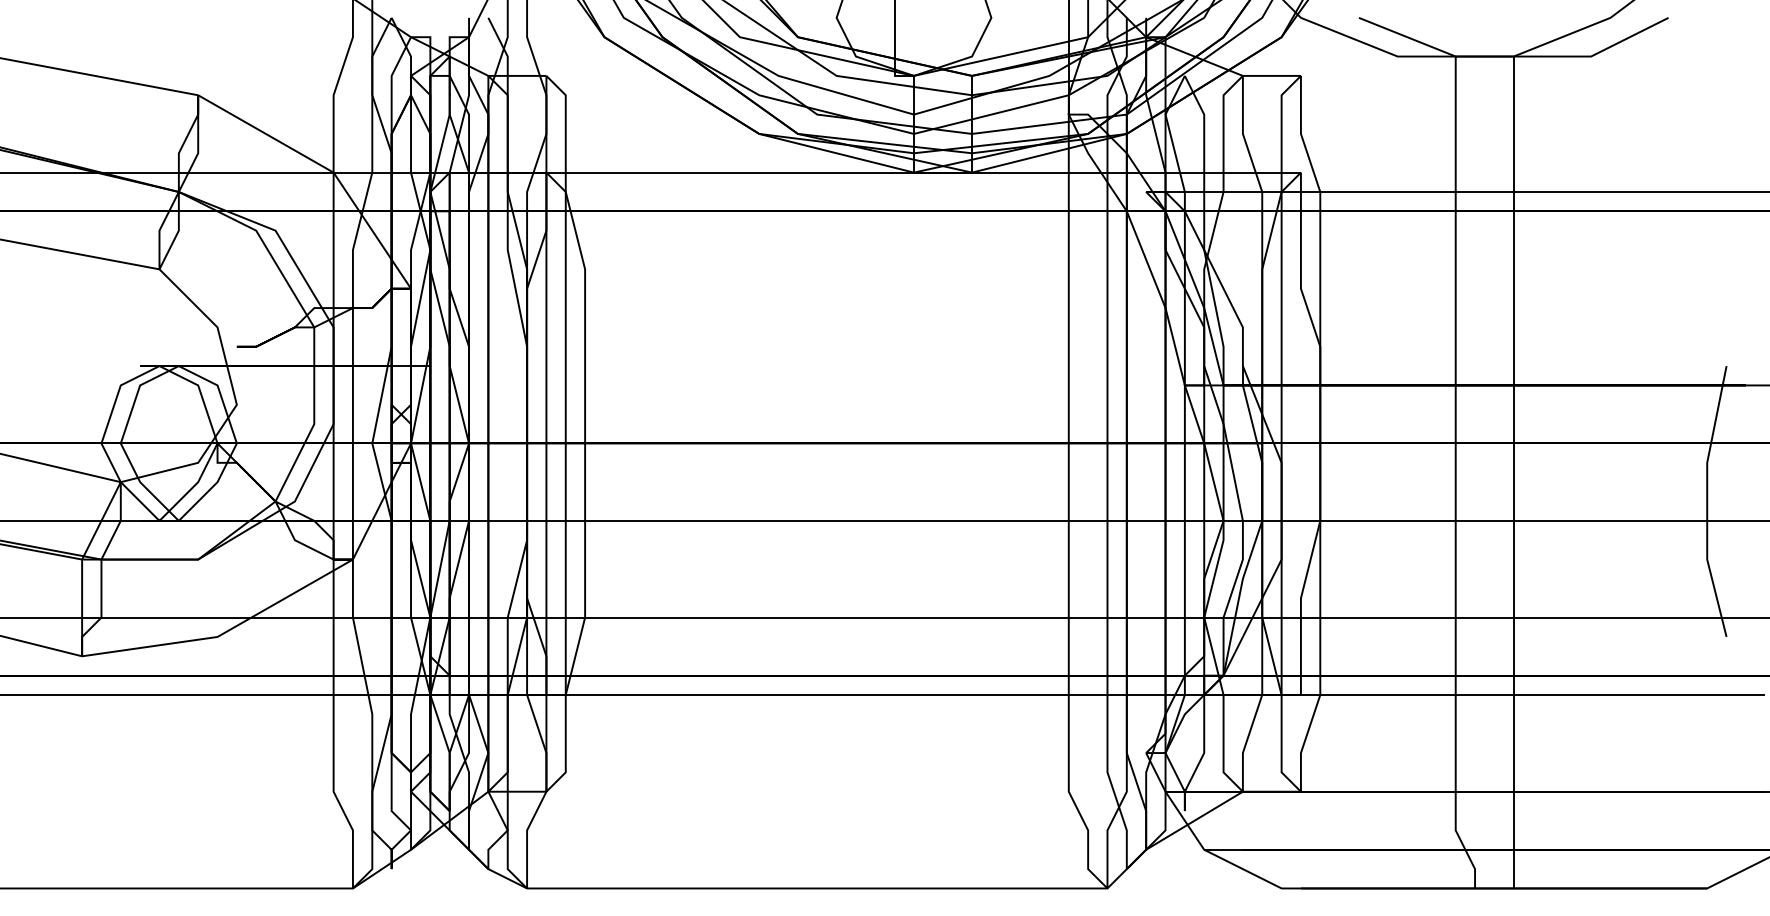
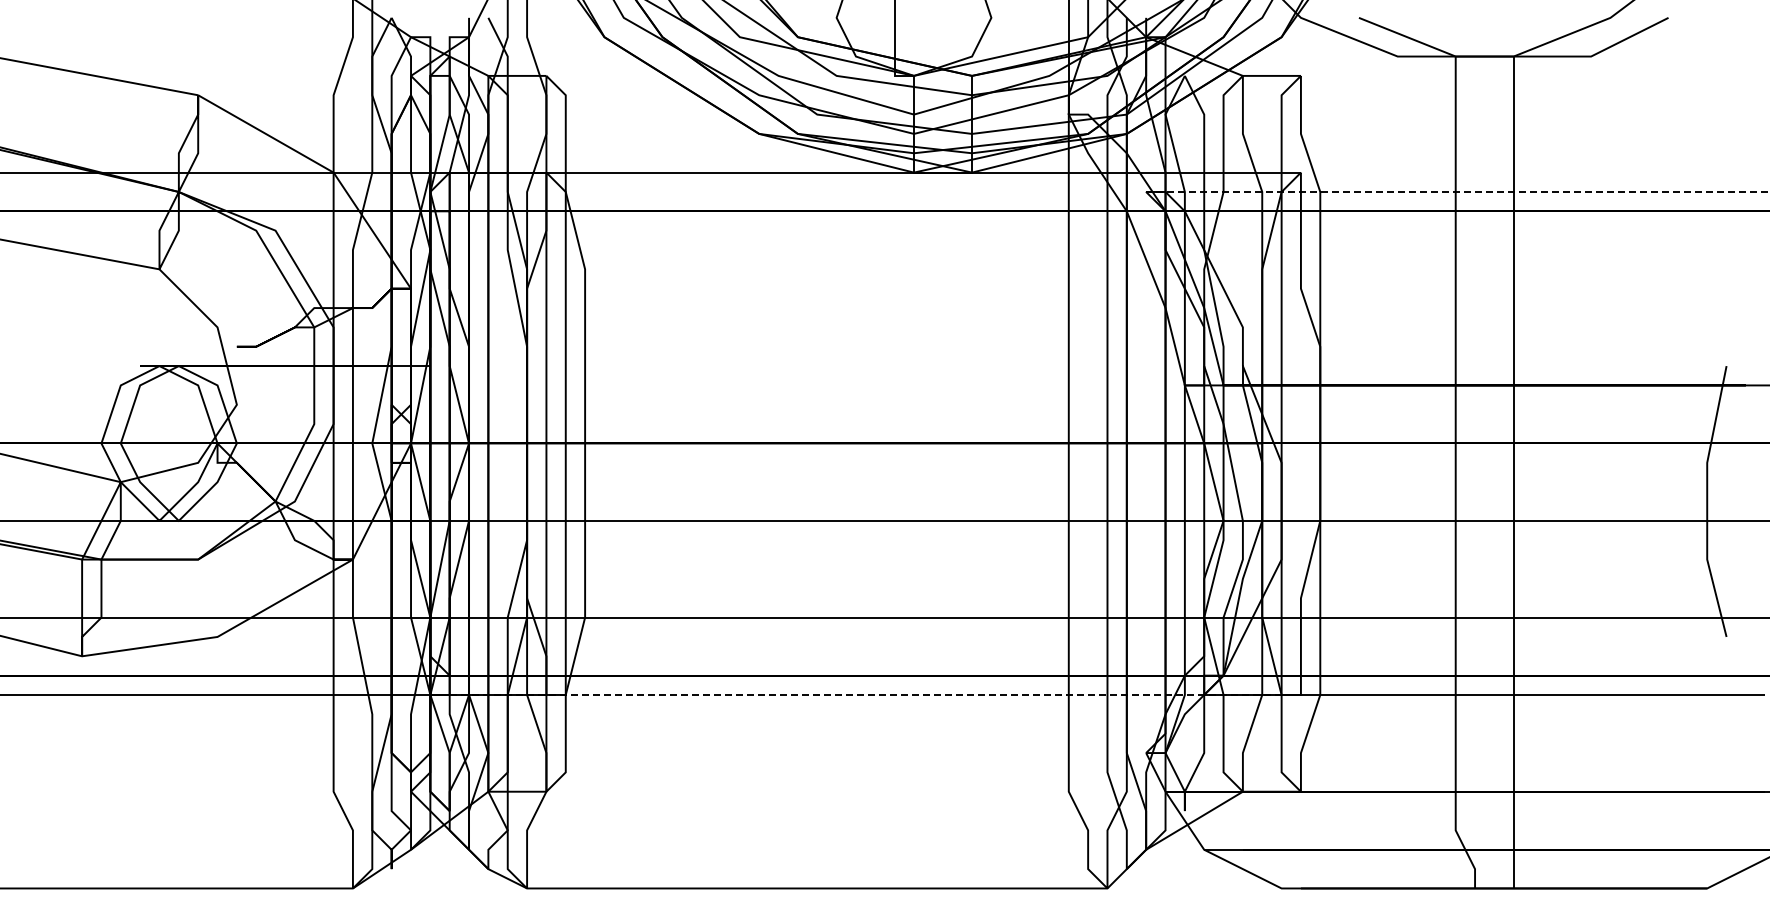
line at (1457, 191): solid -> dashed
line at (875, 694): solid -> dashed
